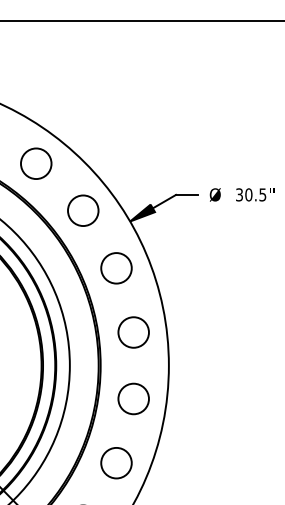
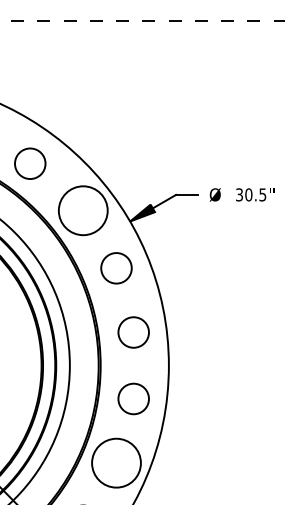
line at (142, 21): solid -> dashed
circle at (36, 163) position: (36, 163) -> (30, 163)
circle at (83, 210) diameter: 31 px -> 49 px
circle at (116, 462) diameter: 31 px -> 49 px
